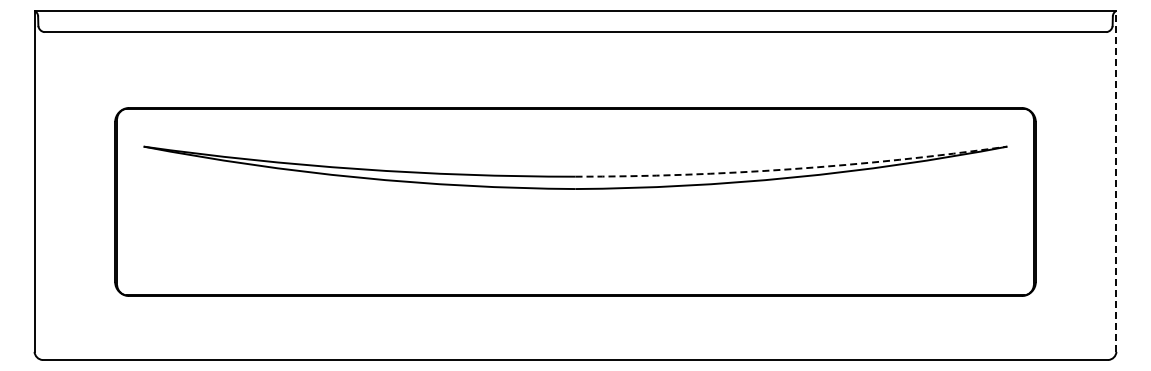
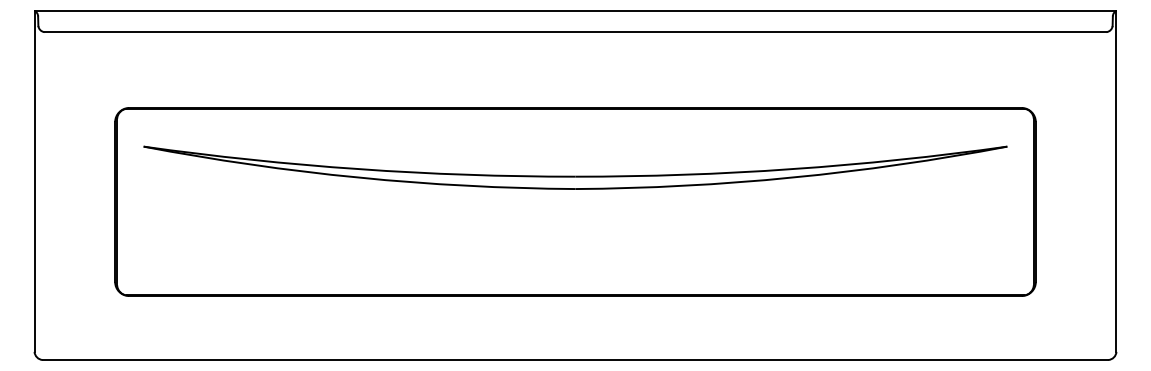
arc at (791, 169): dashed -> solid
line at (1116, 180): dashed -> solid
